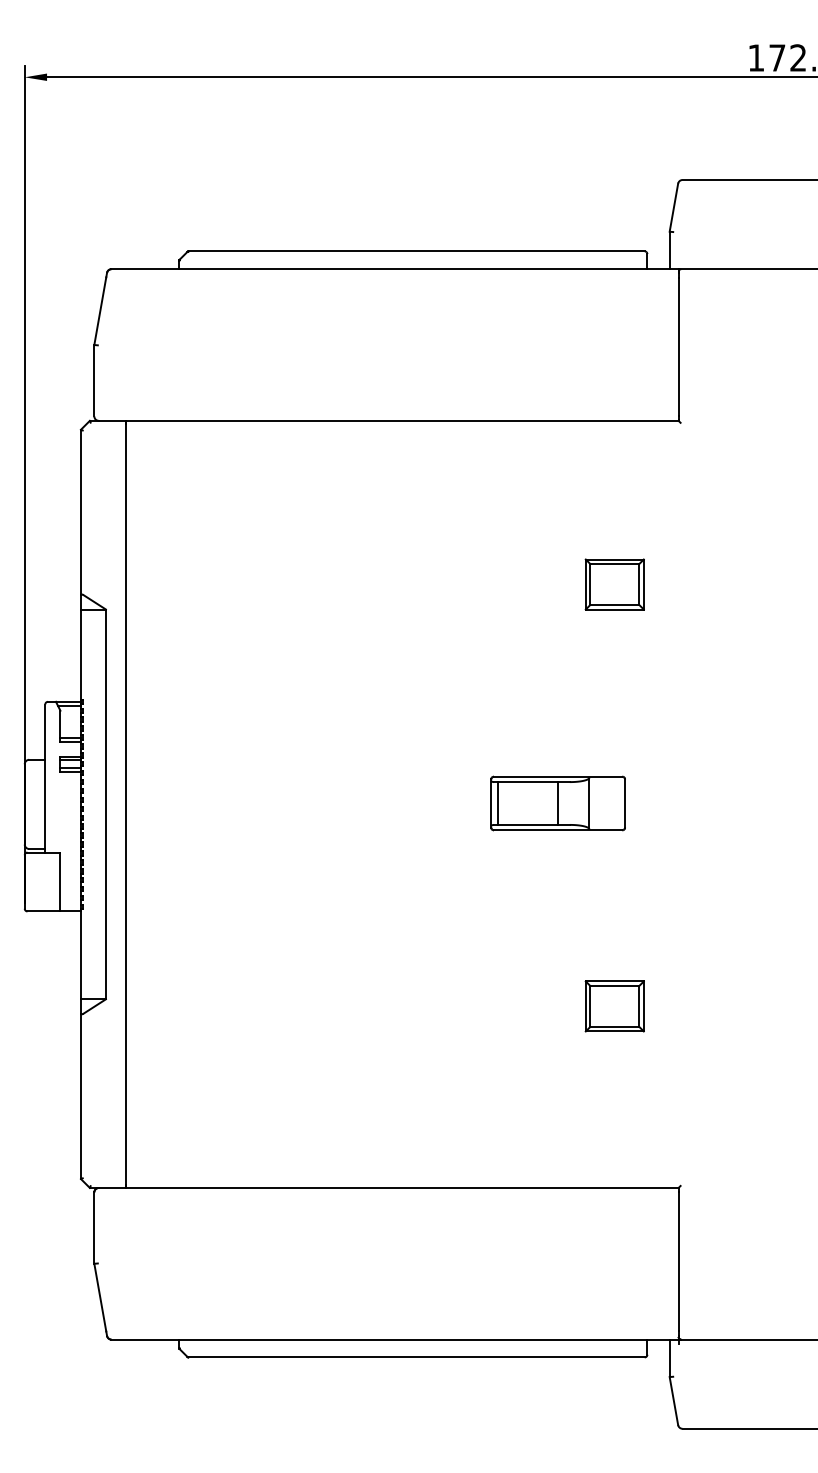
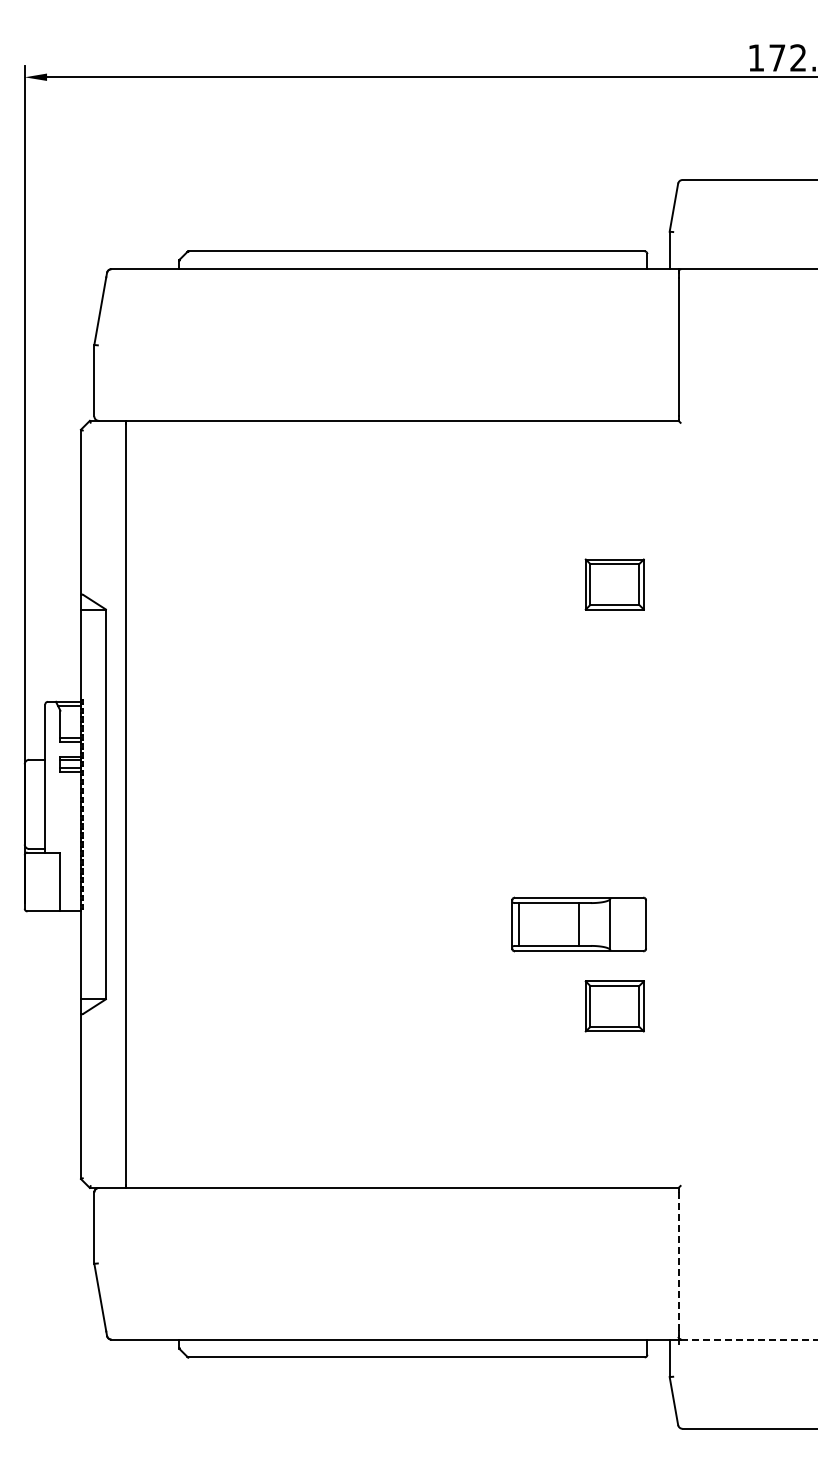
part at (557, 803) position: (557, 803) -> (578, 924)
line at (678, 1261): solid -> dashed
line at (749, 1339): solid -> dashed
